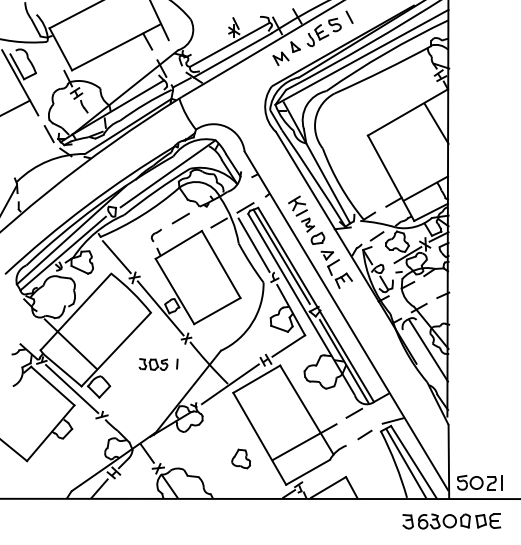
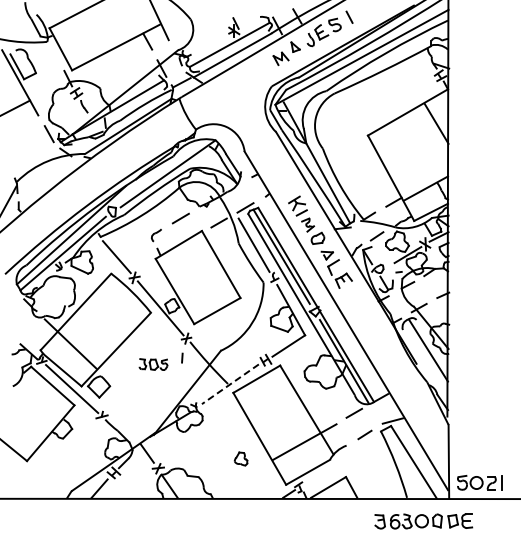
line at (177, 363) position: (177, 363) -> (182, 357)
line at (230, 384): solid -> dashed
part at (240, 458) size: 20x22 px -> 16x16 px
line at (406, 463): present -> none
part at (451, 521) position: (451, 521) -> (423, 521)
